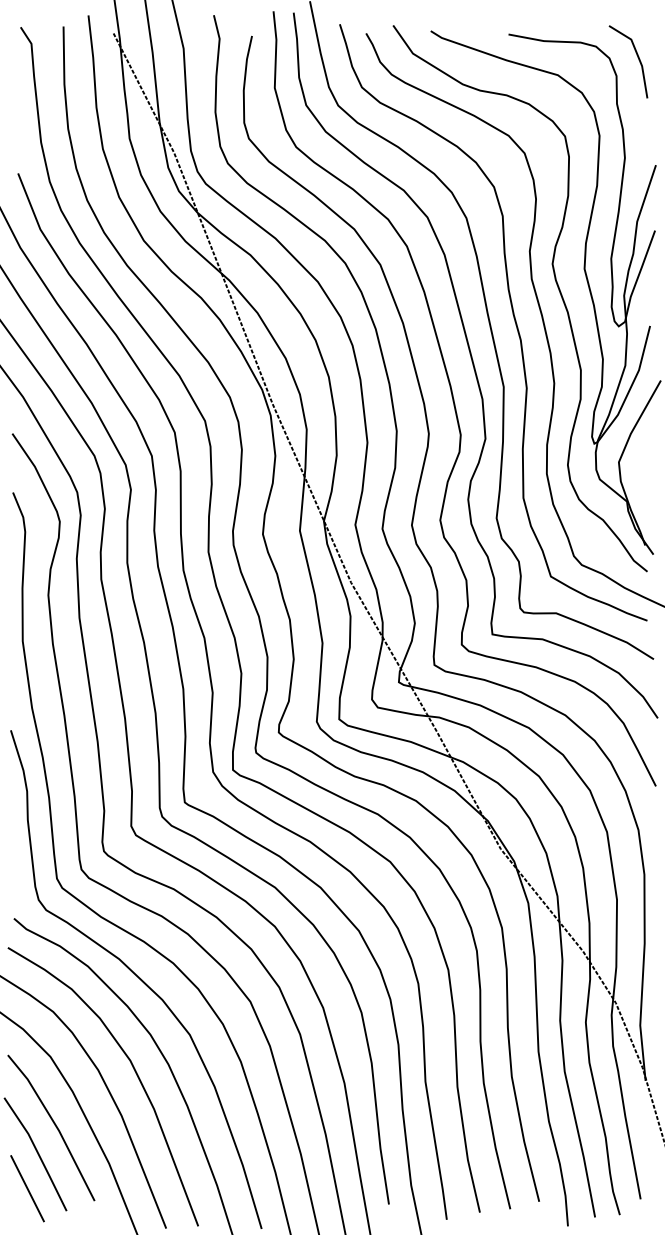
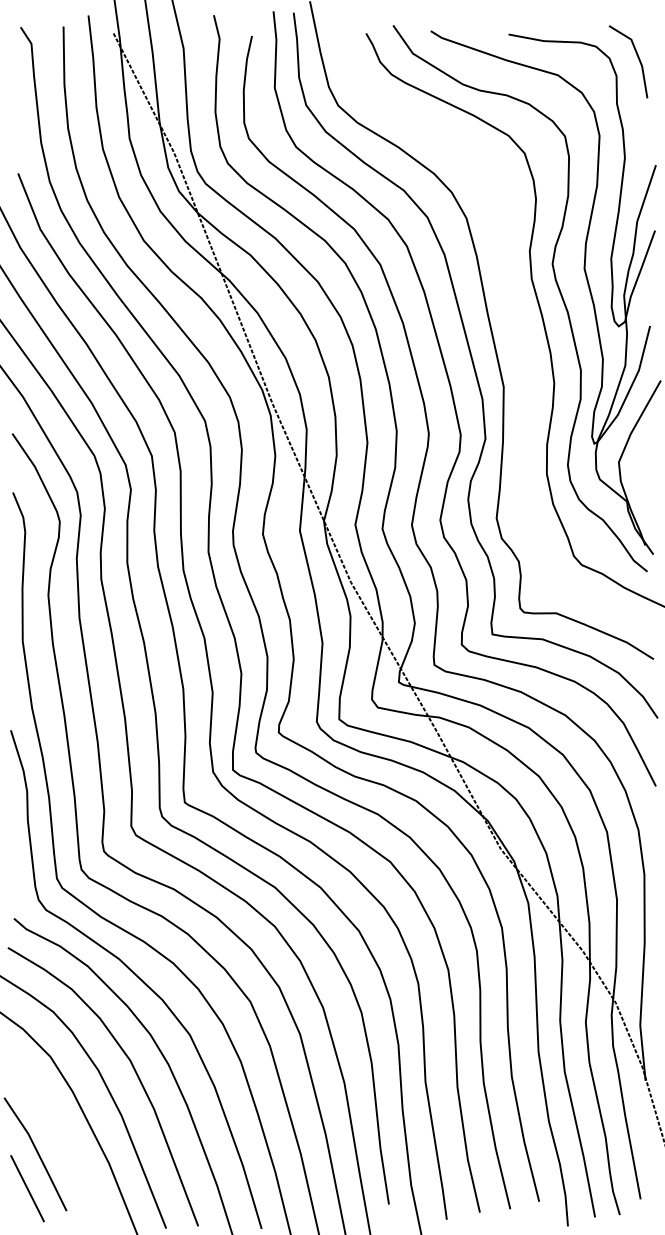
curve at (513, 318): present -> none
line at (54, 1125): present -> none
